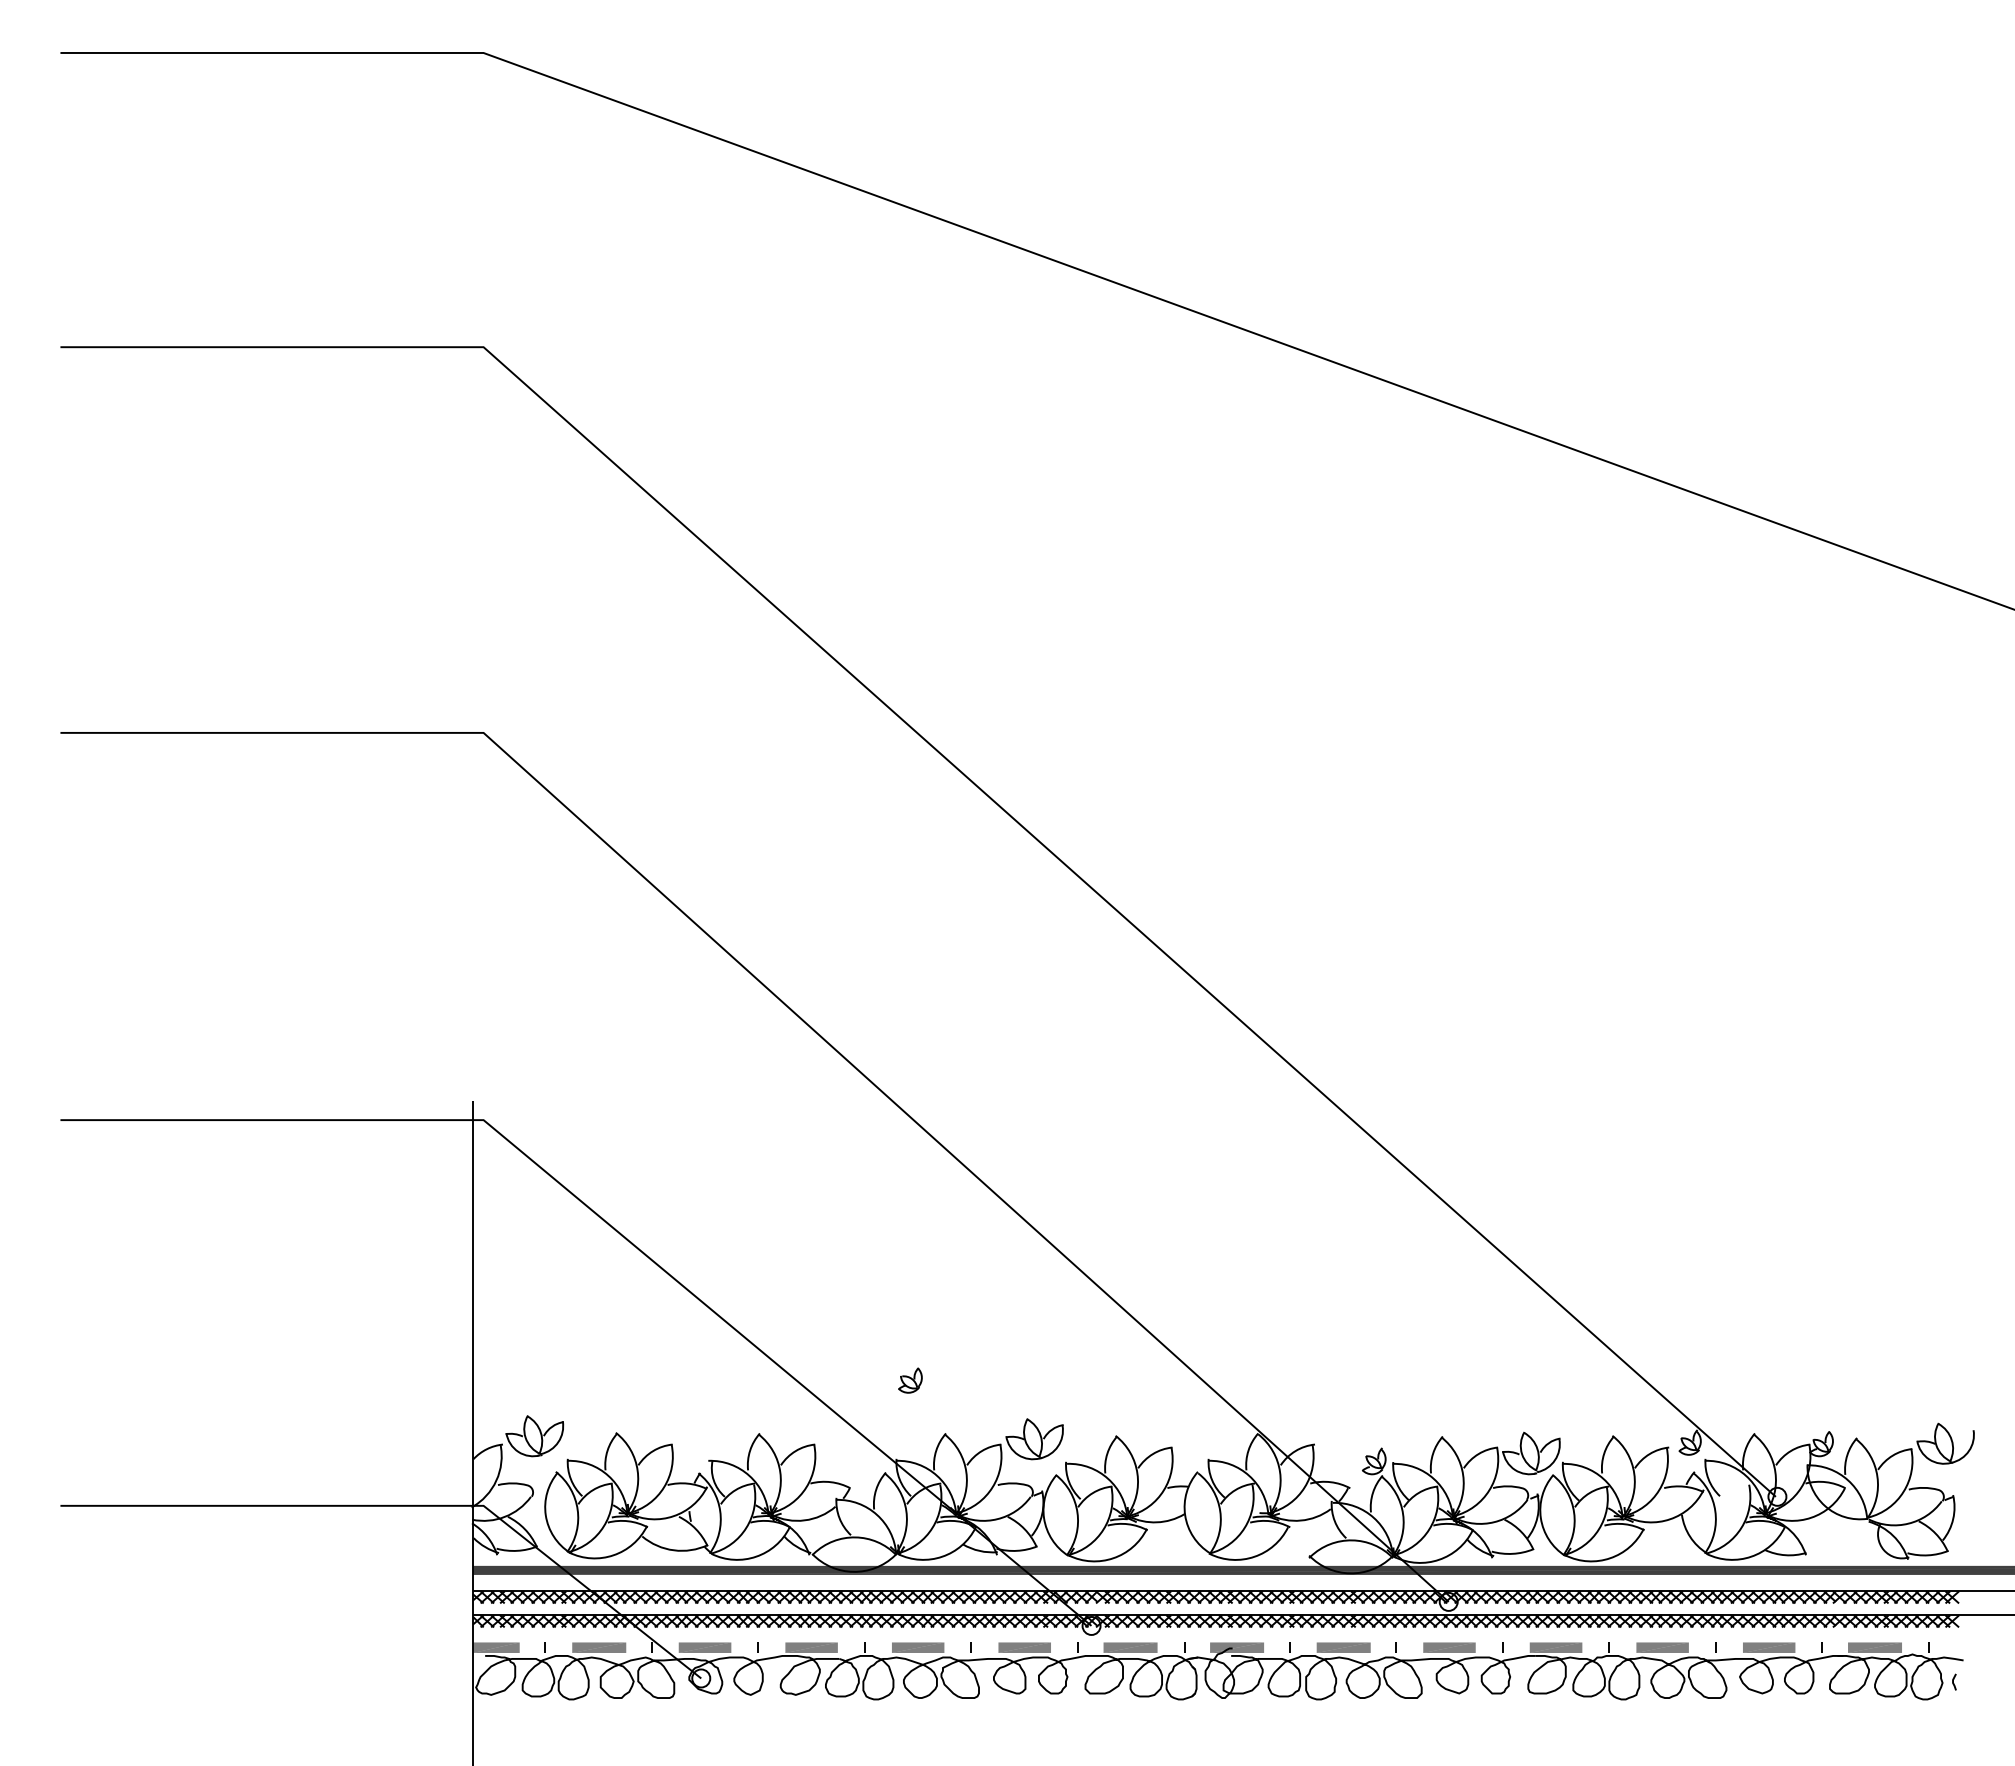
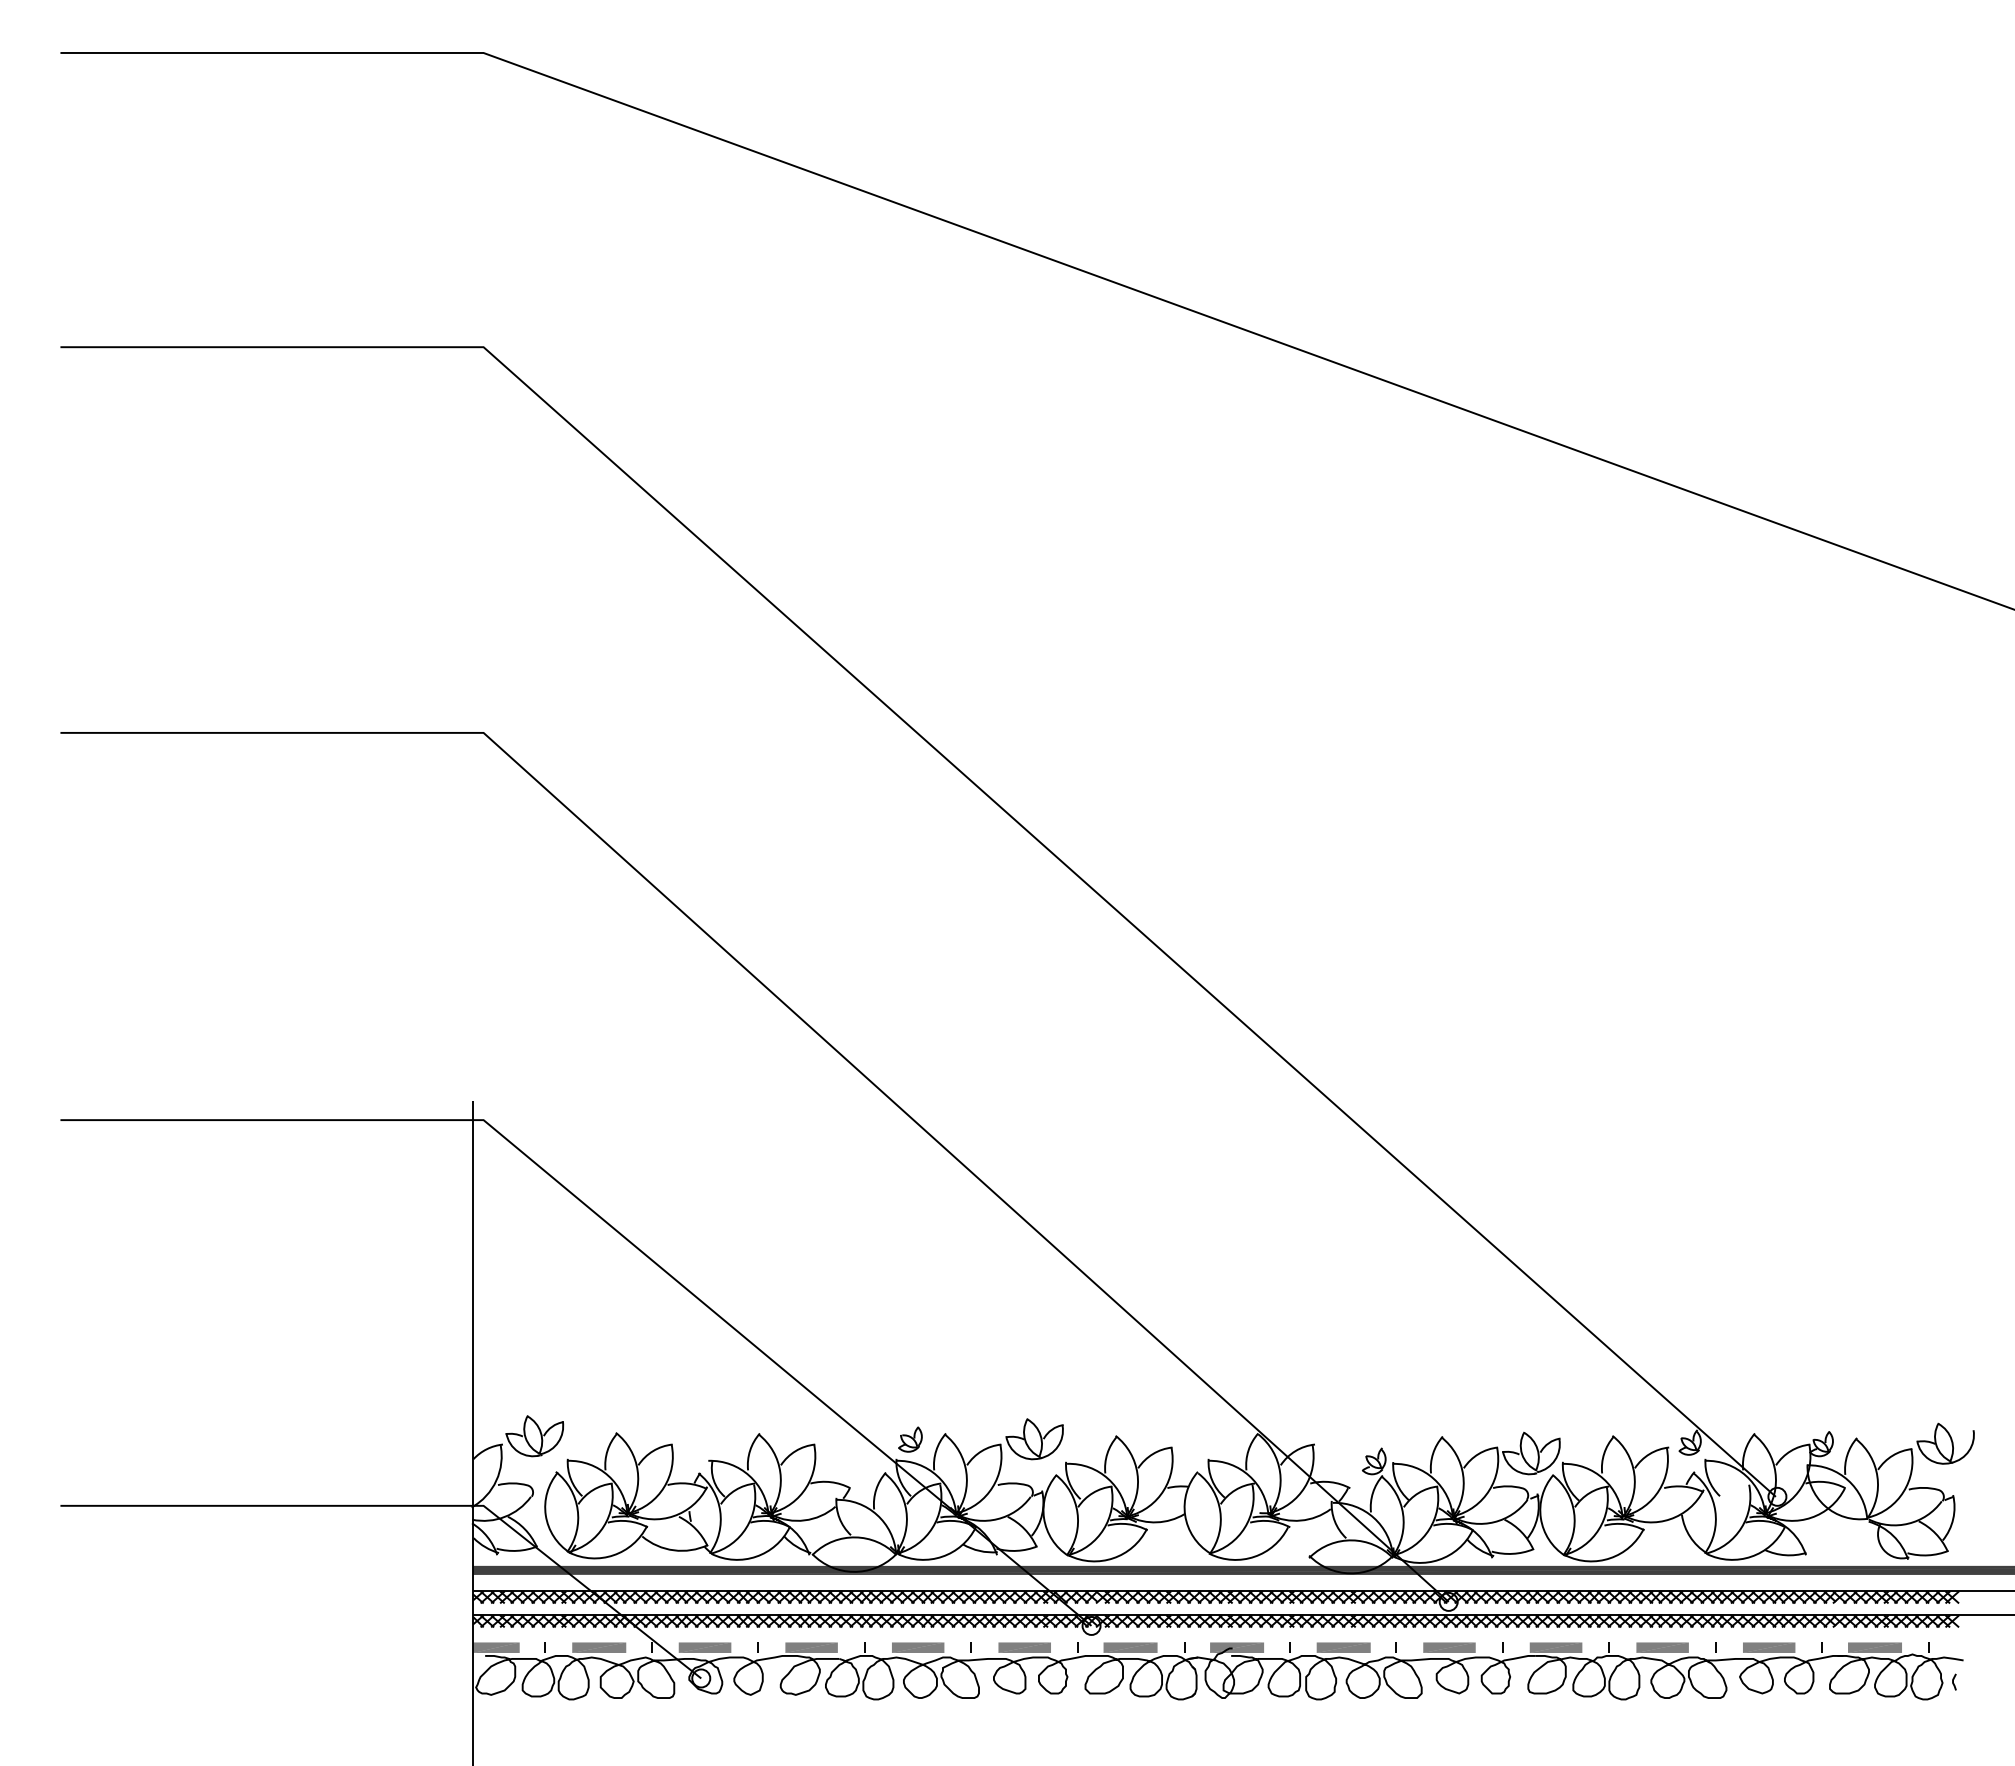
part at (910, 1380) position: (910, 1380) -> (910, 1439)
